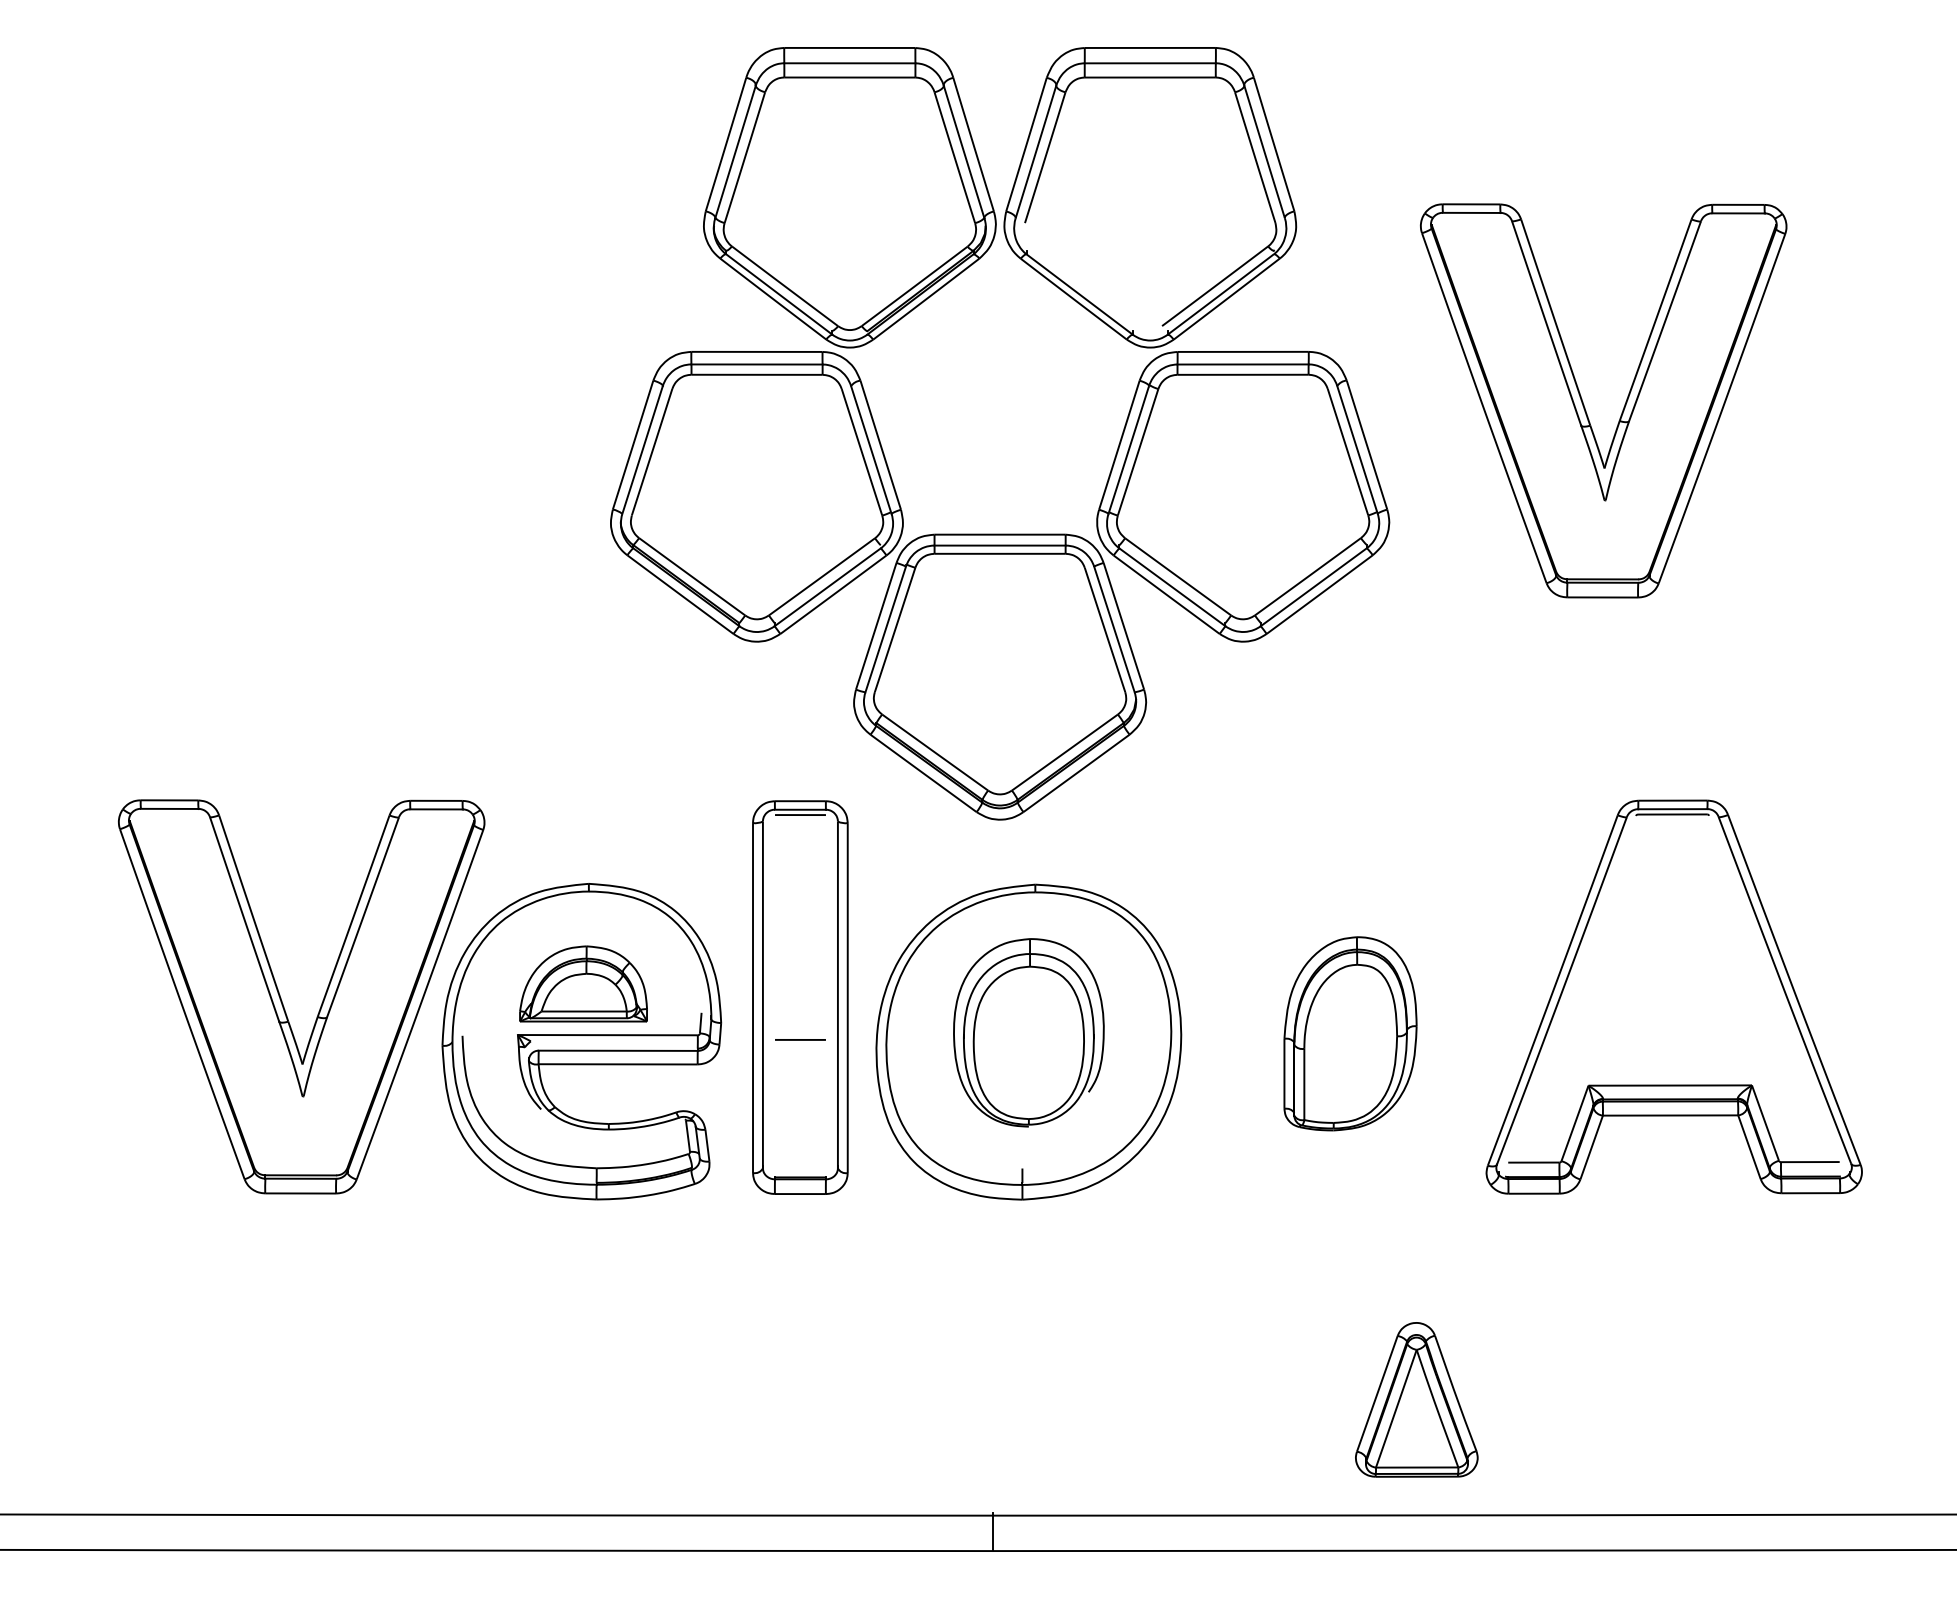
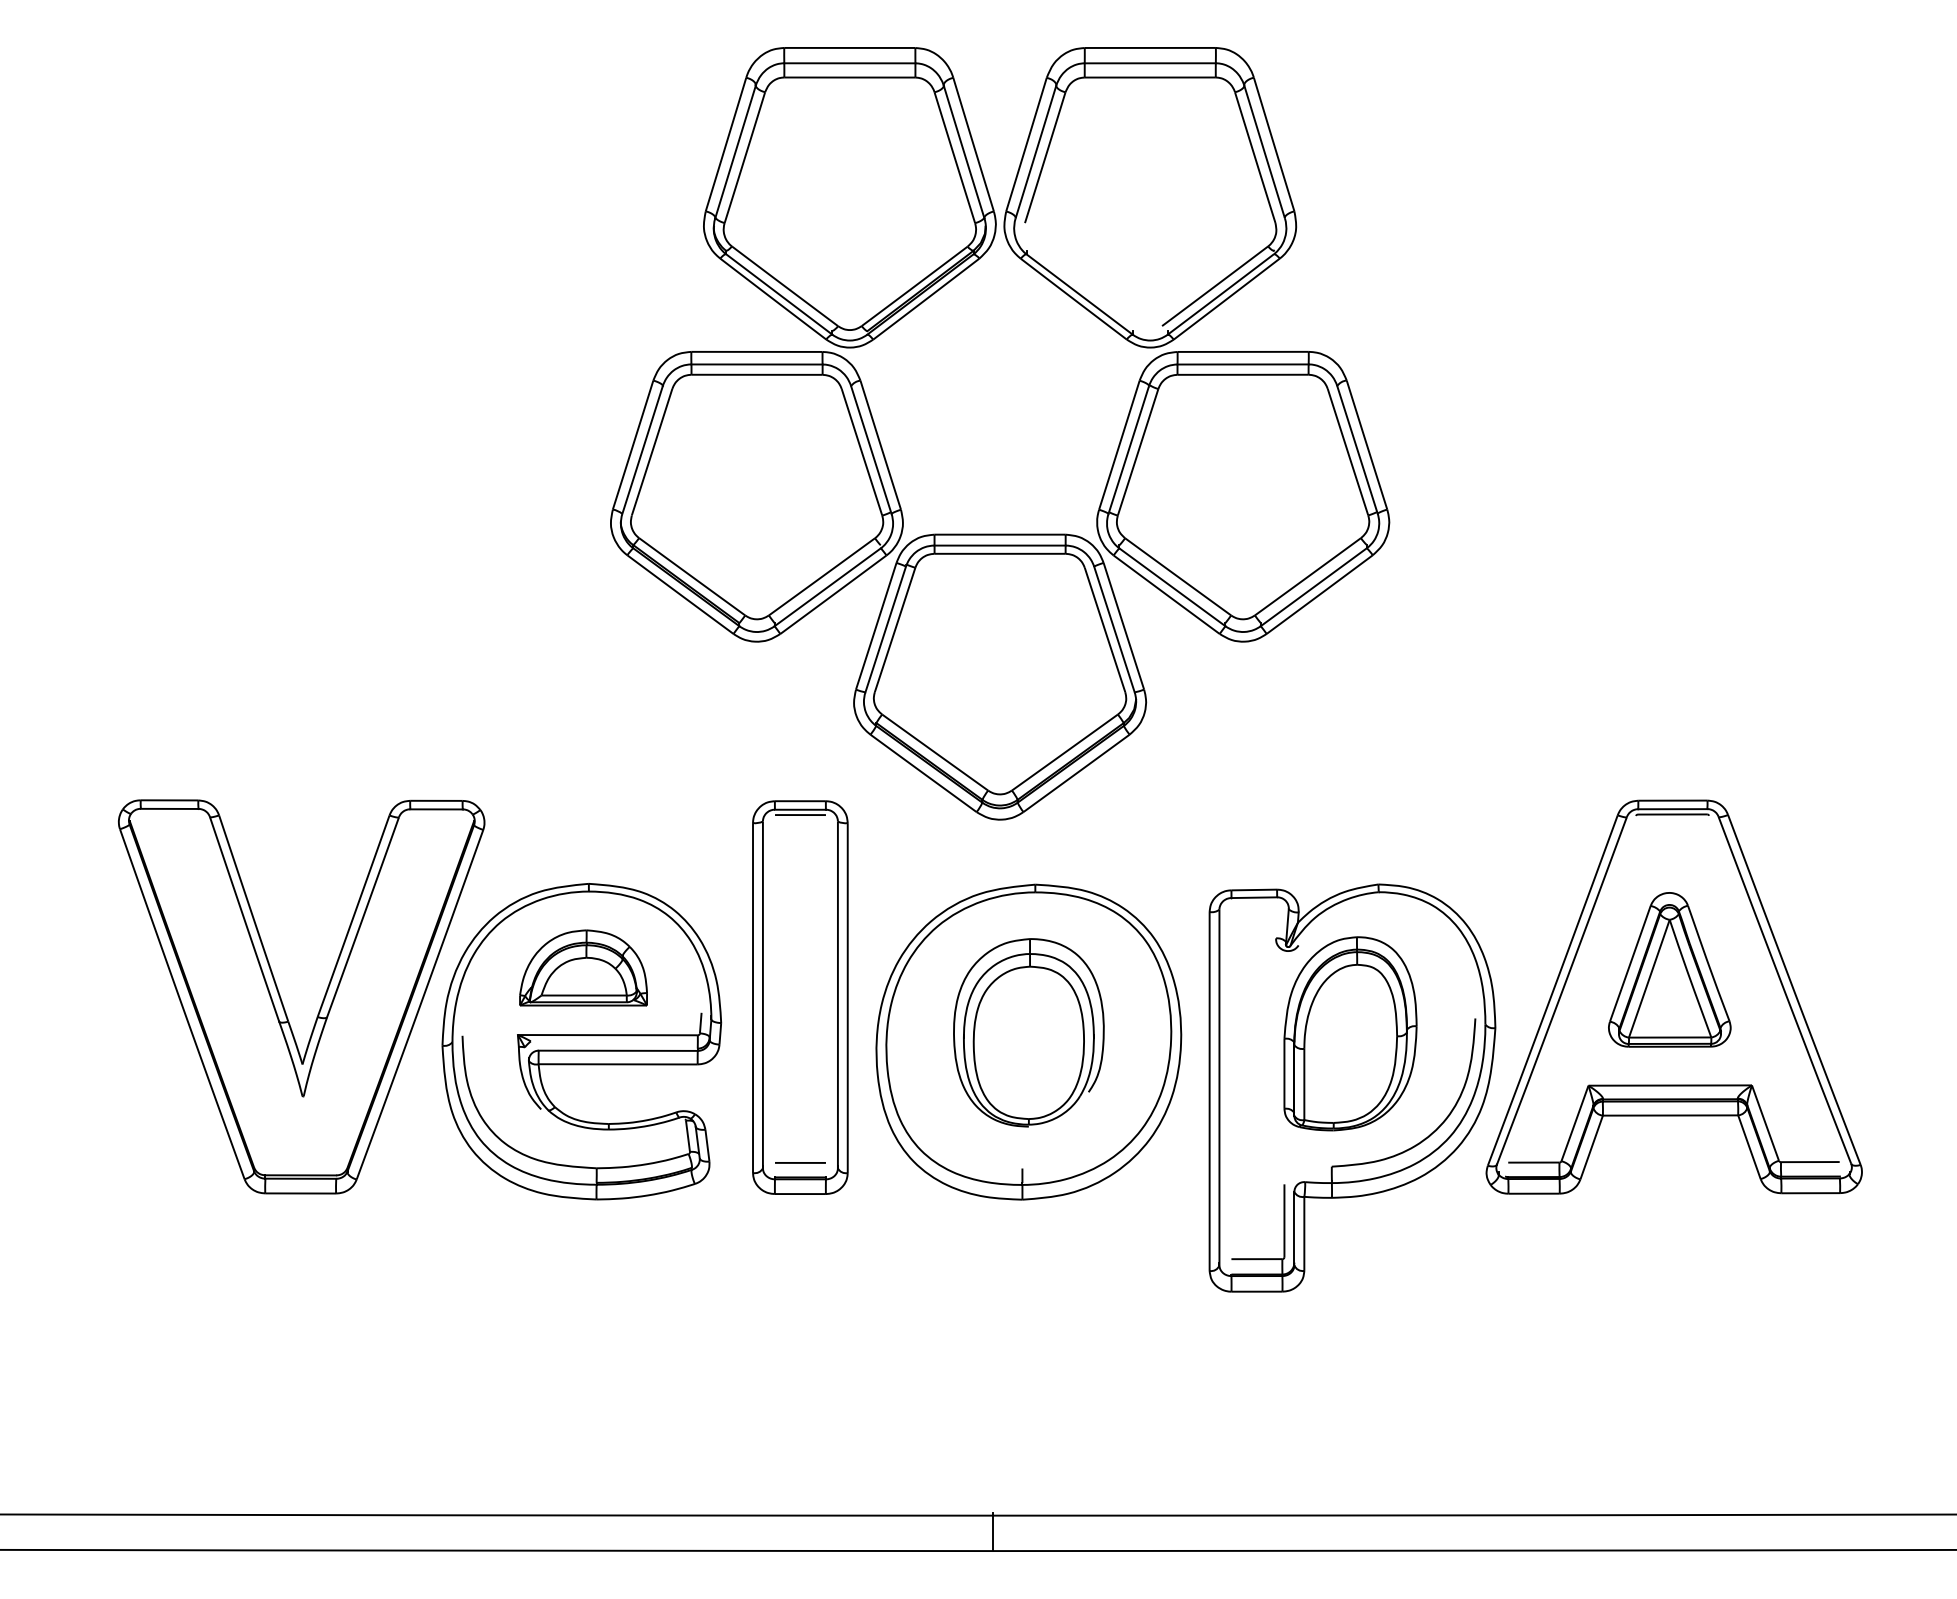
part at (1585, 407): present -> none
part at (583, 983) position: (583, 983) -> (583, 967)
line at (800, 1039) position: (800, 1039) -> (800, 1162)
part at (1352, 1087): none -> present
part at (1416, 1399) position: (1416, 1399) -> (1669, 969)
